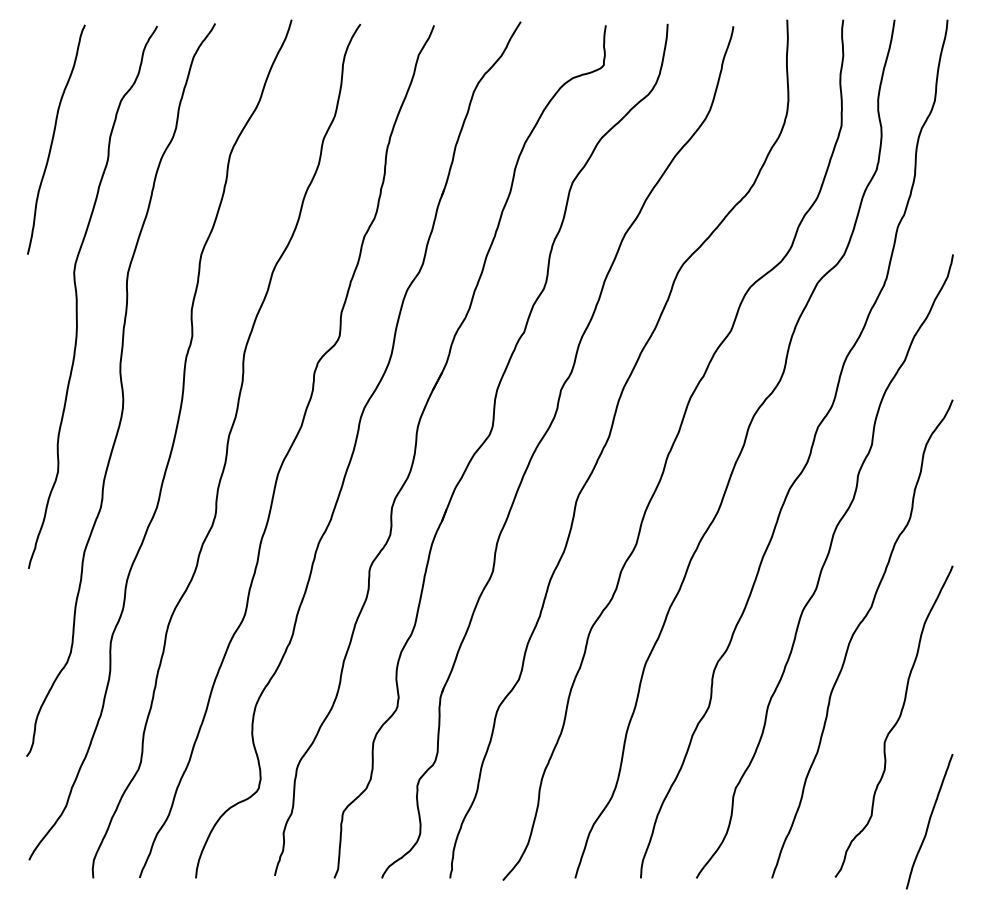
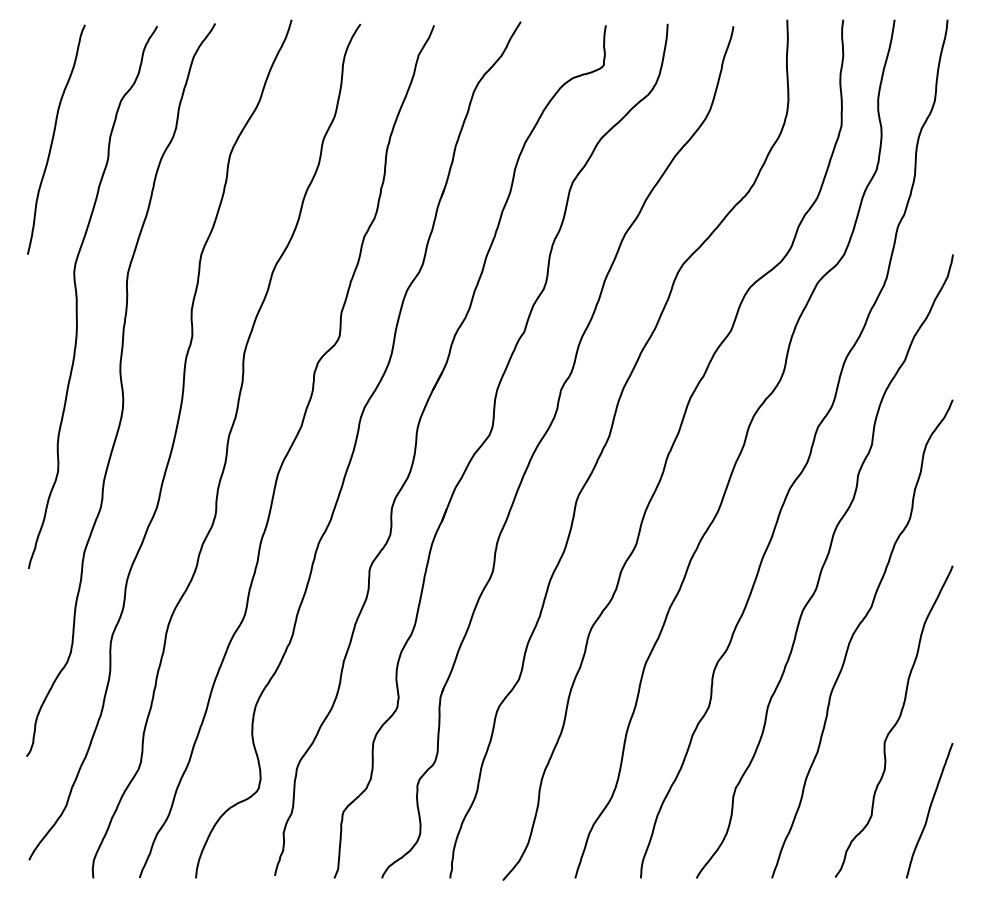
curve at (929, 821) position: (929, 821) -> (929, 810)
